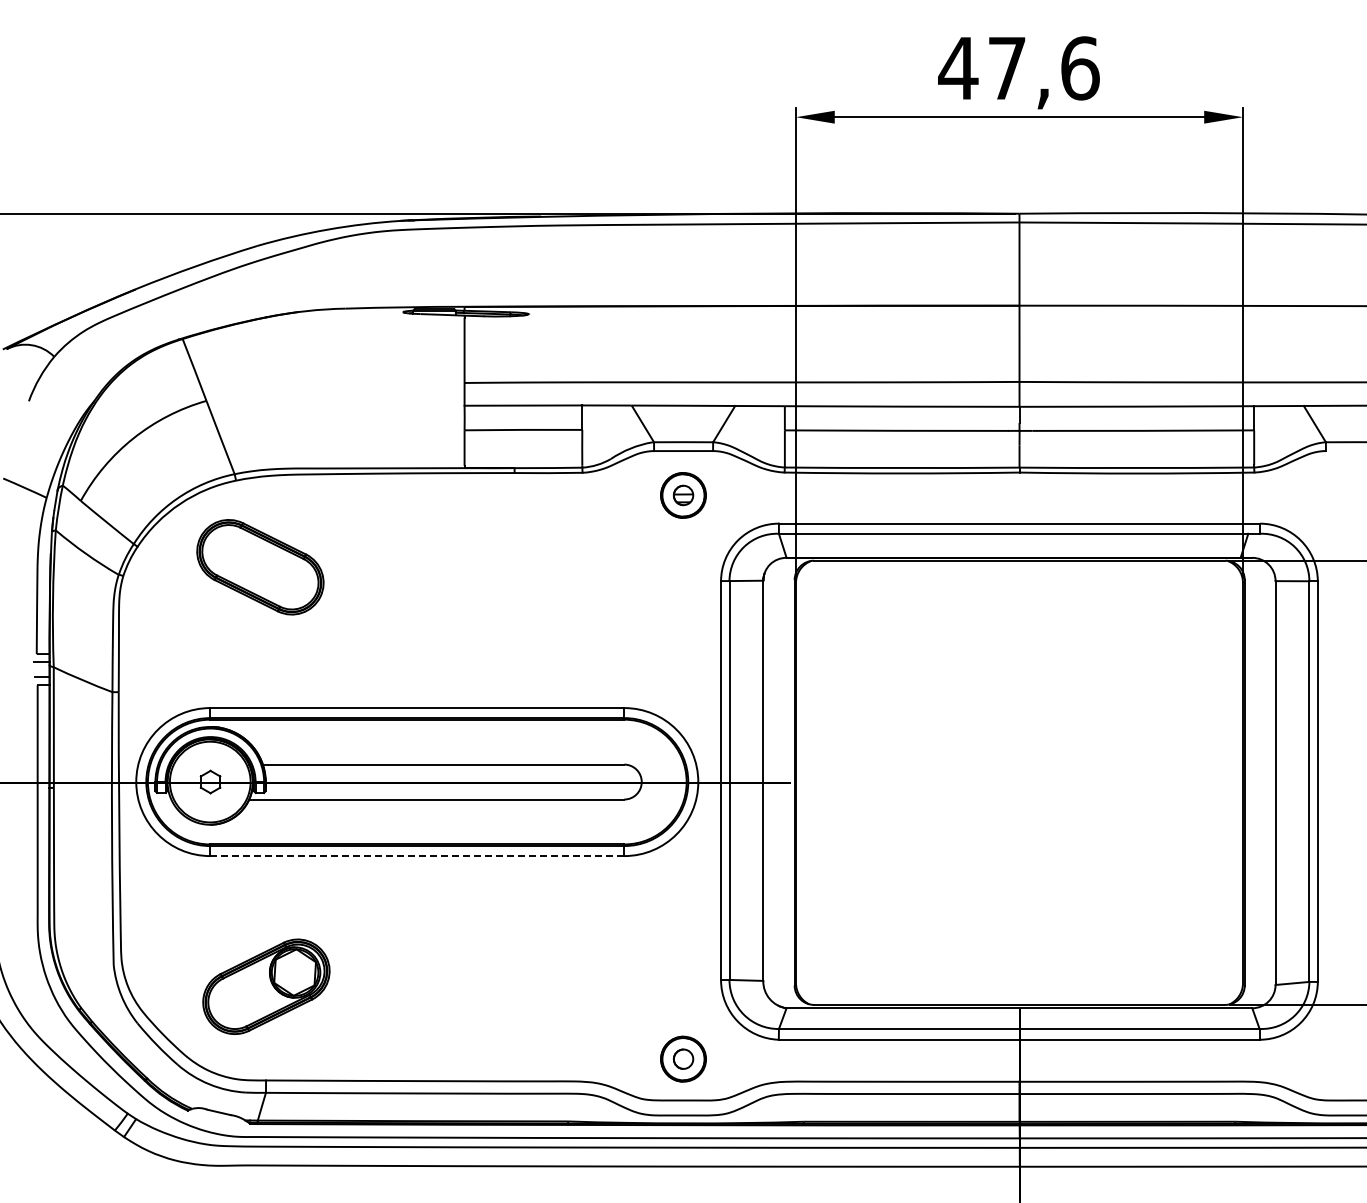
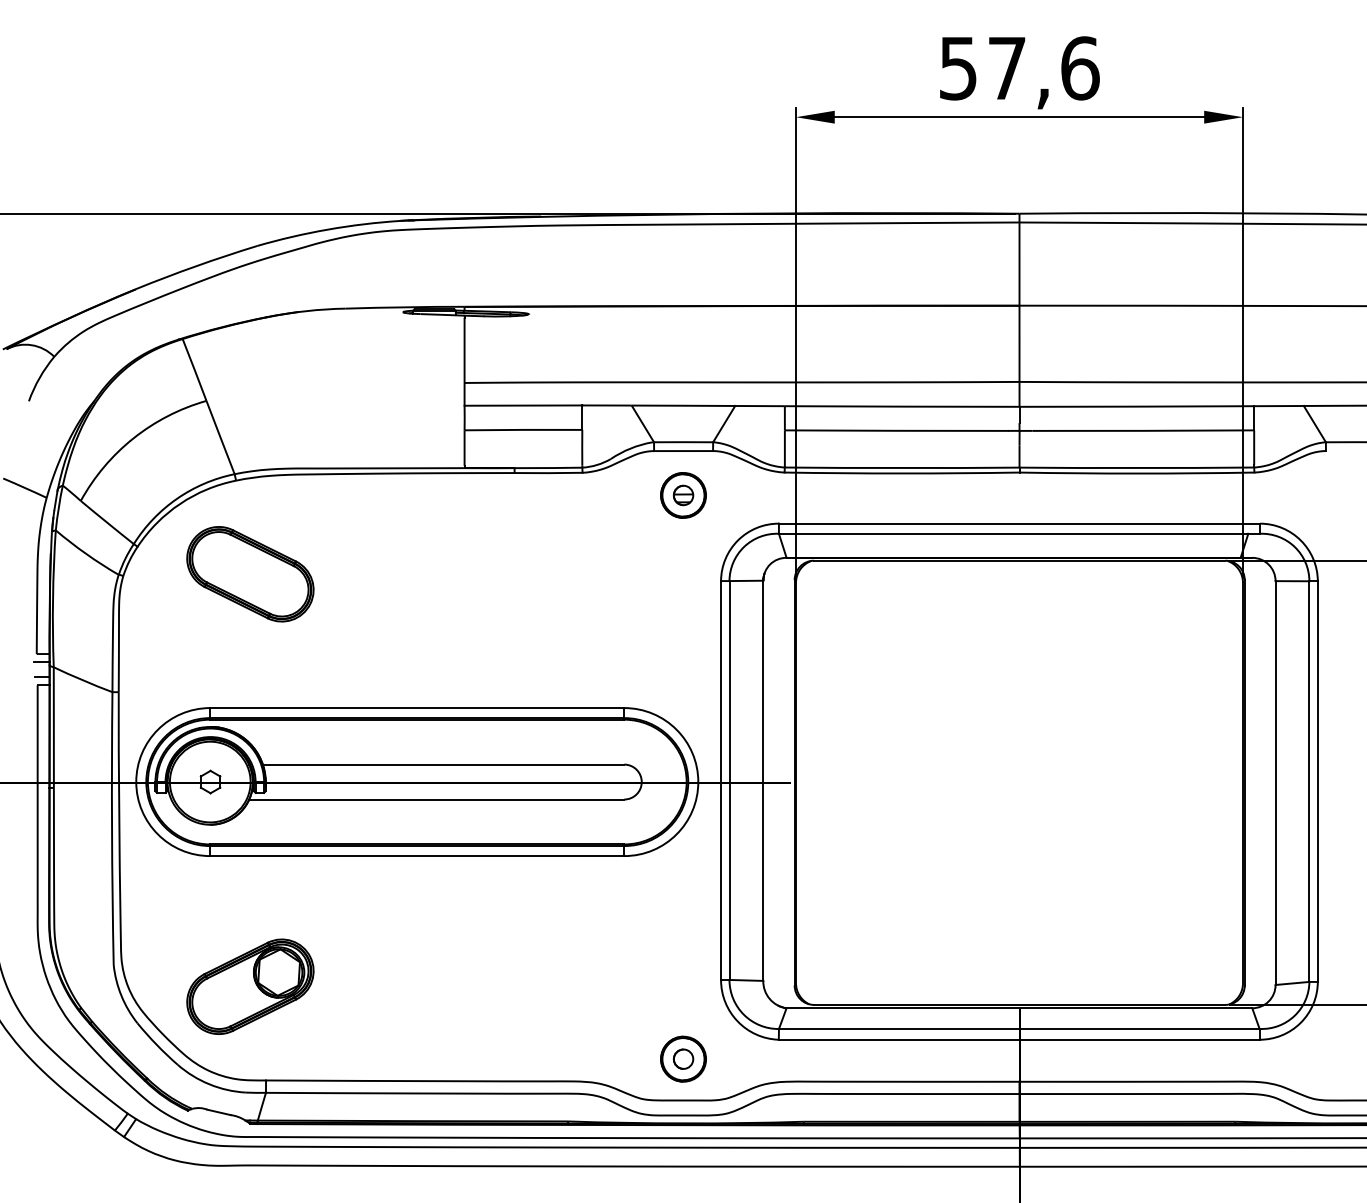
text at (958, 68): 47,6 -> 57,6
part at (260, 567) position: (260, 567) -> (250, 574)
line at (417, 856): dashed -> solid
part at (266, 986) position: (266, 986) -> (250, 986)
